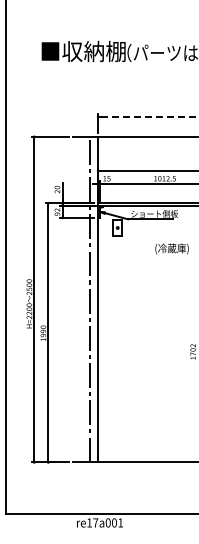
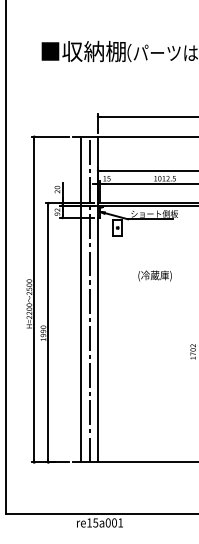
line at (149, 116): dashed -> solid
text at (171, 248) position: (171, 248) -> (154, 275)
line at (81, 299): none -> present
text at (95, 522): re17a001 -> re15a001
